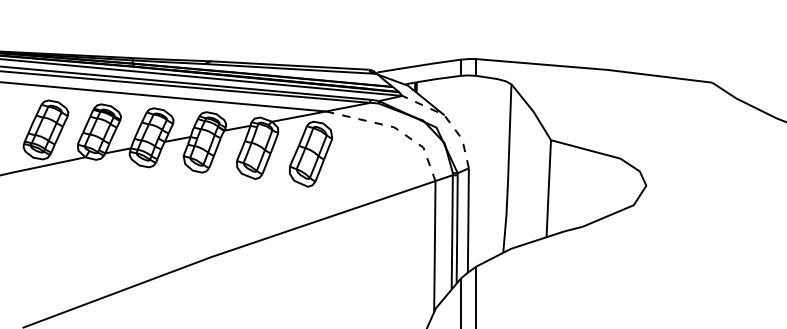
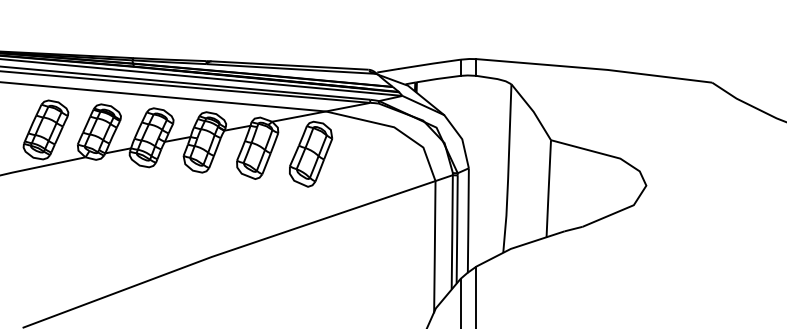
line at (448, 120): dashed -> solid
line at (395, 127): dashed -> solid
